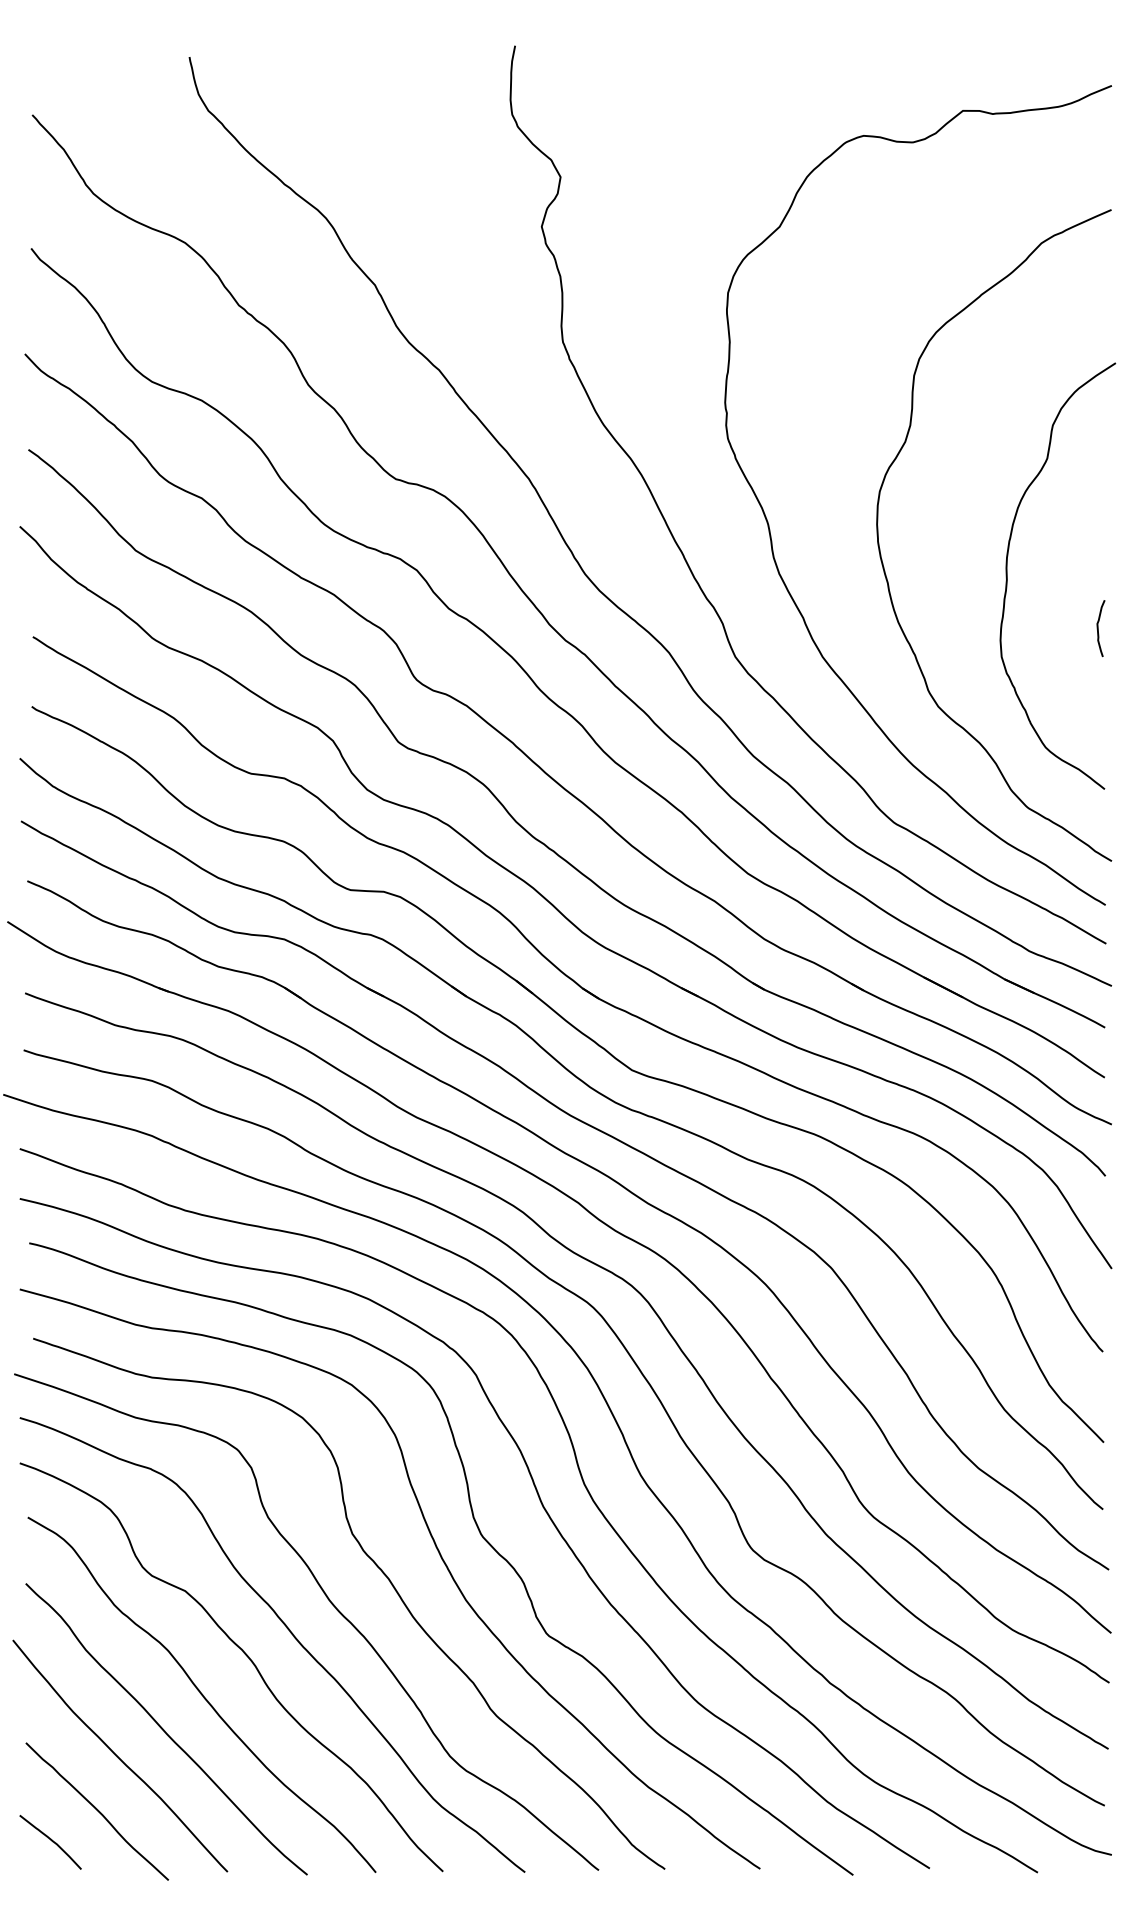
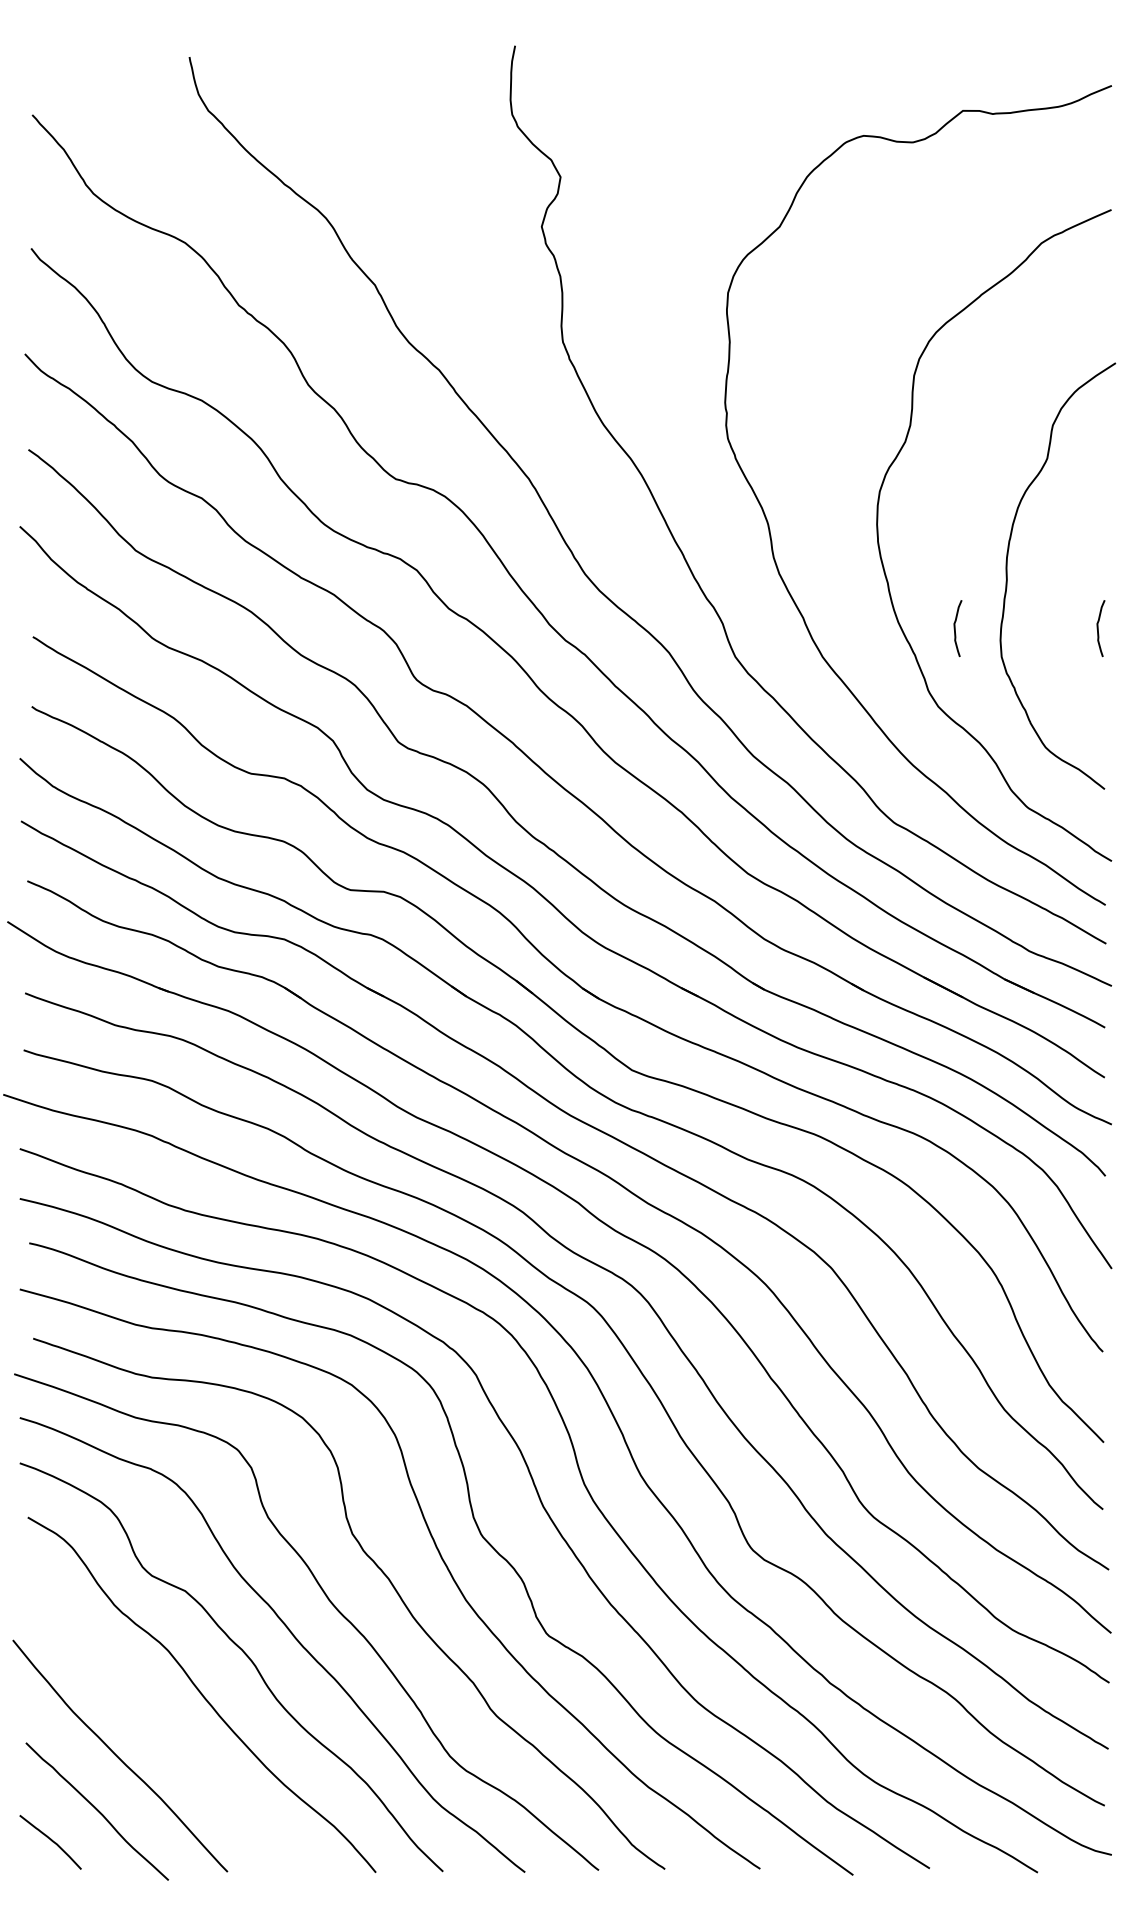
curve at (955, 628): none -> present
curve at (165, 1730): present -> none
